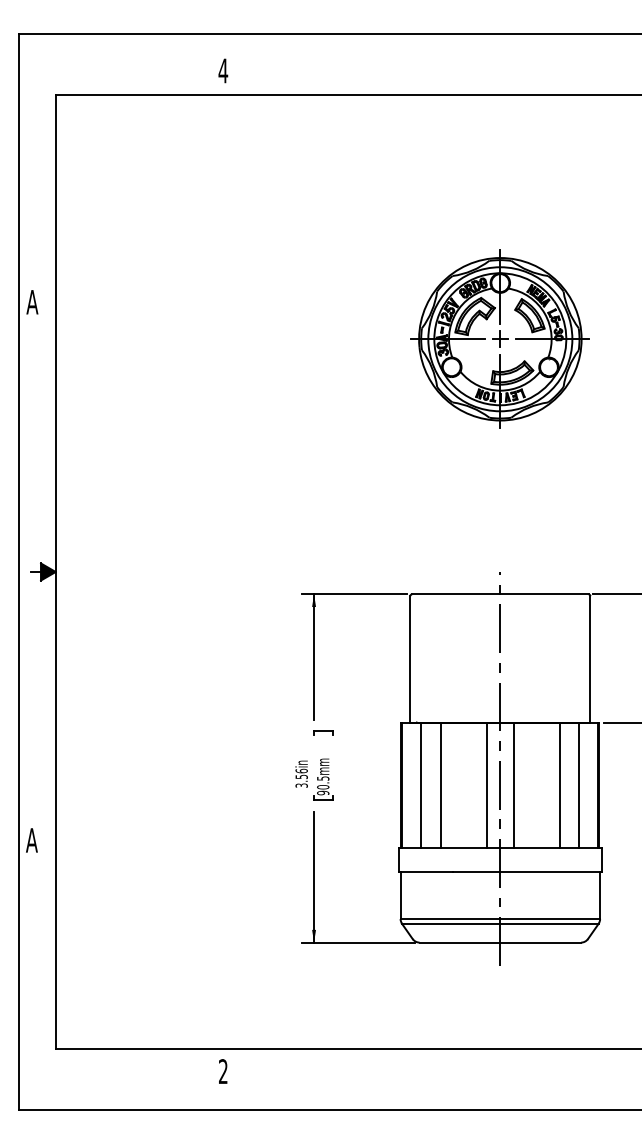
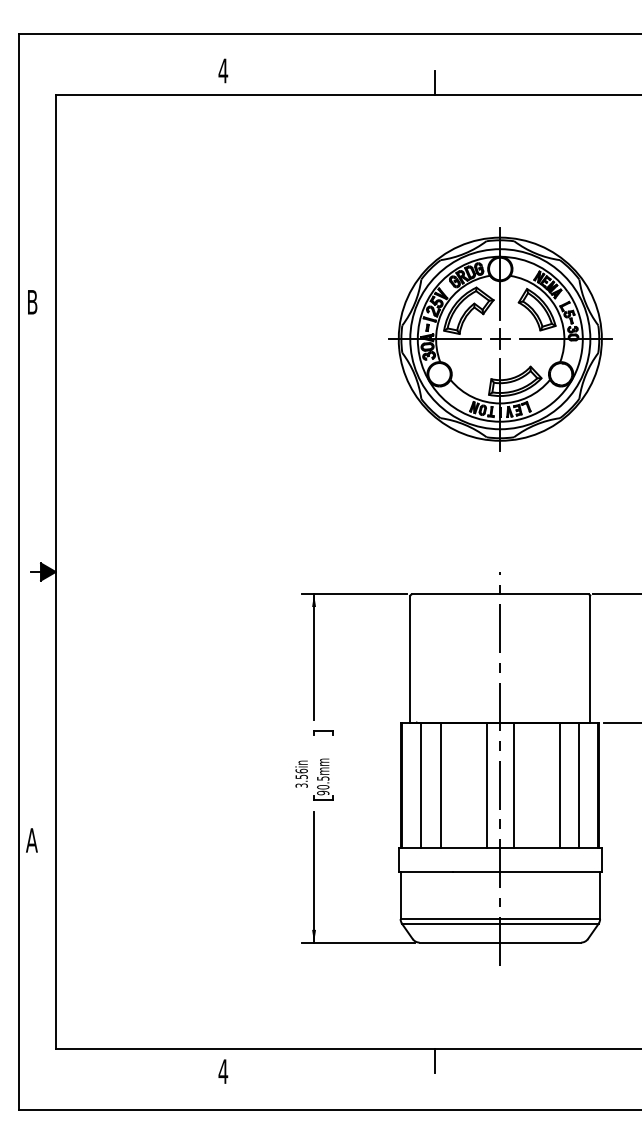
line at (434, 82): none -> present
text at (32, 302): A -> B
part at (499, 338) size: 180x180 px -> 225x225 px
line at (434, 1060): none -> present
text at (223, 1071): 2 -> 4
